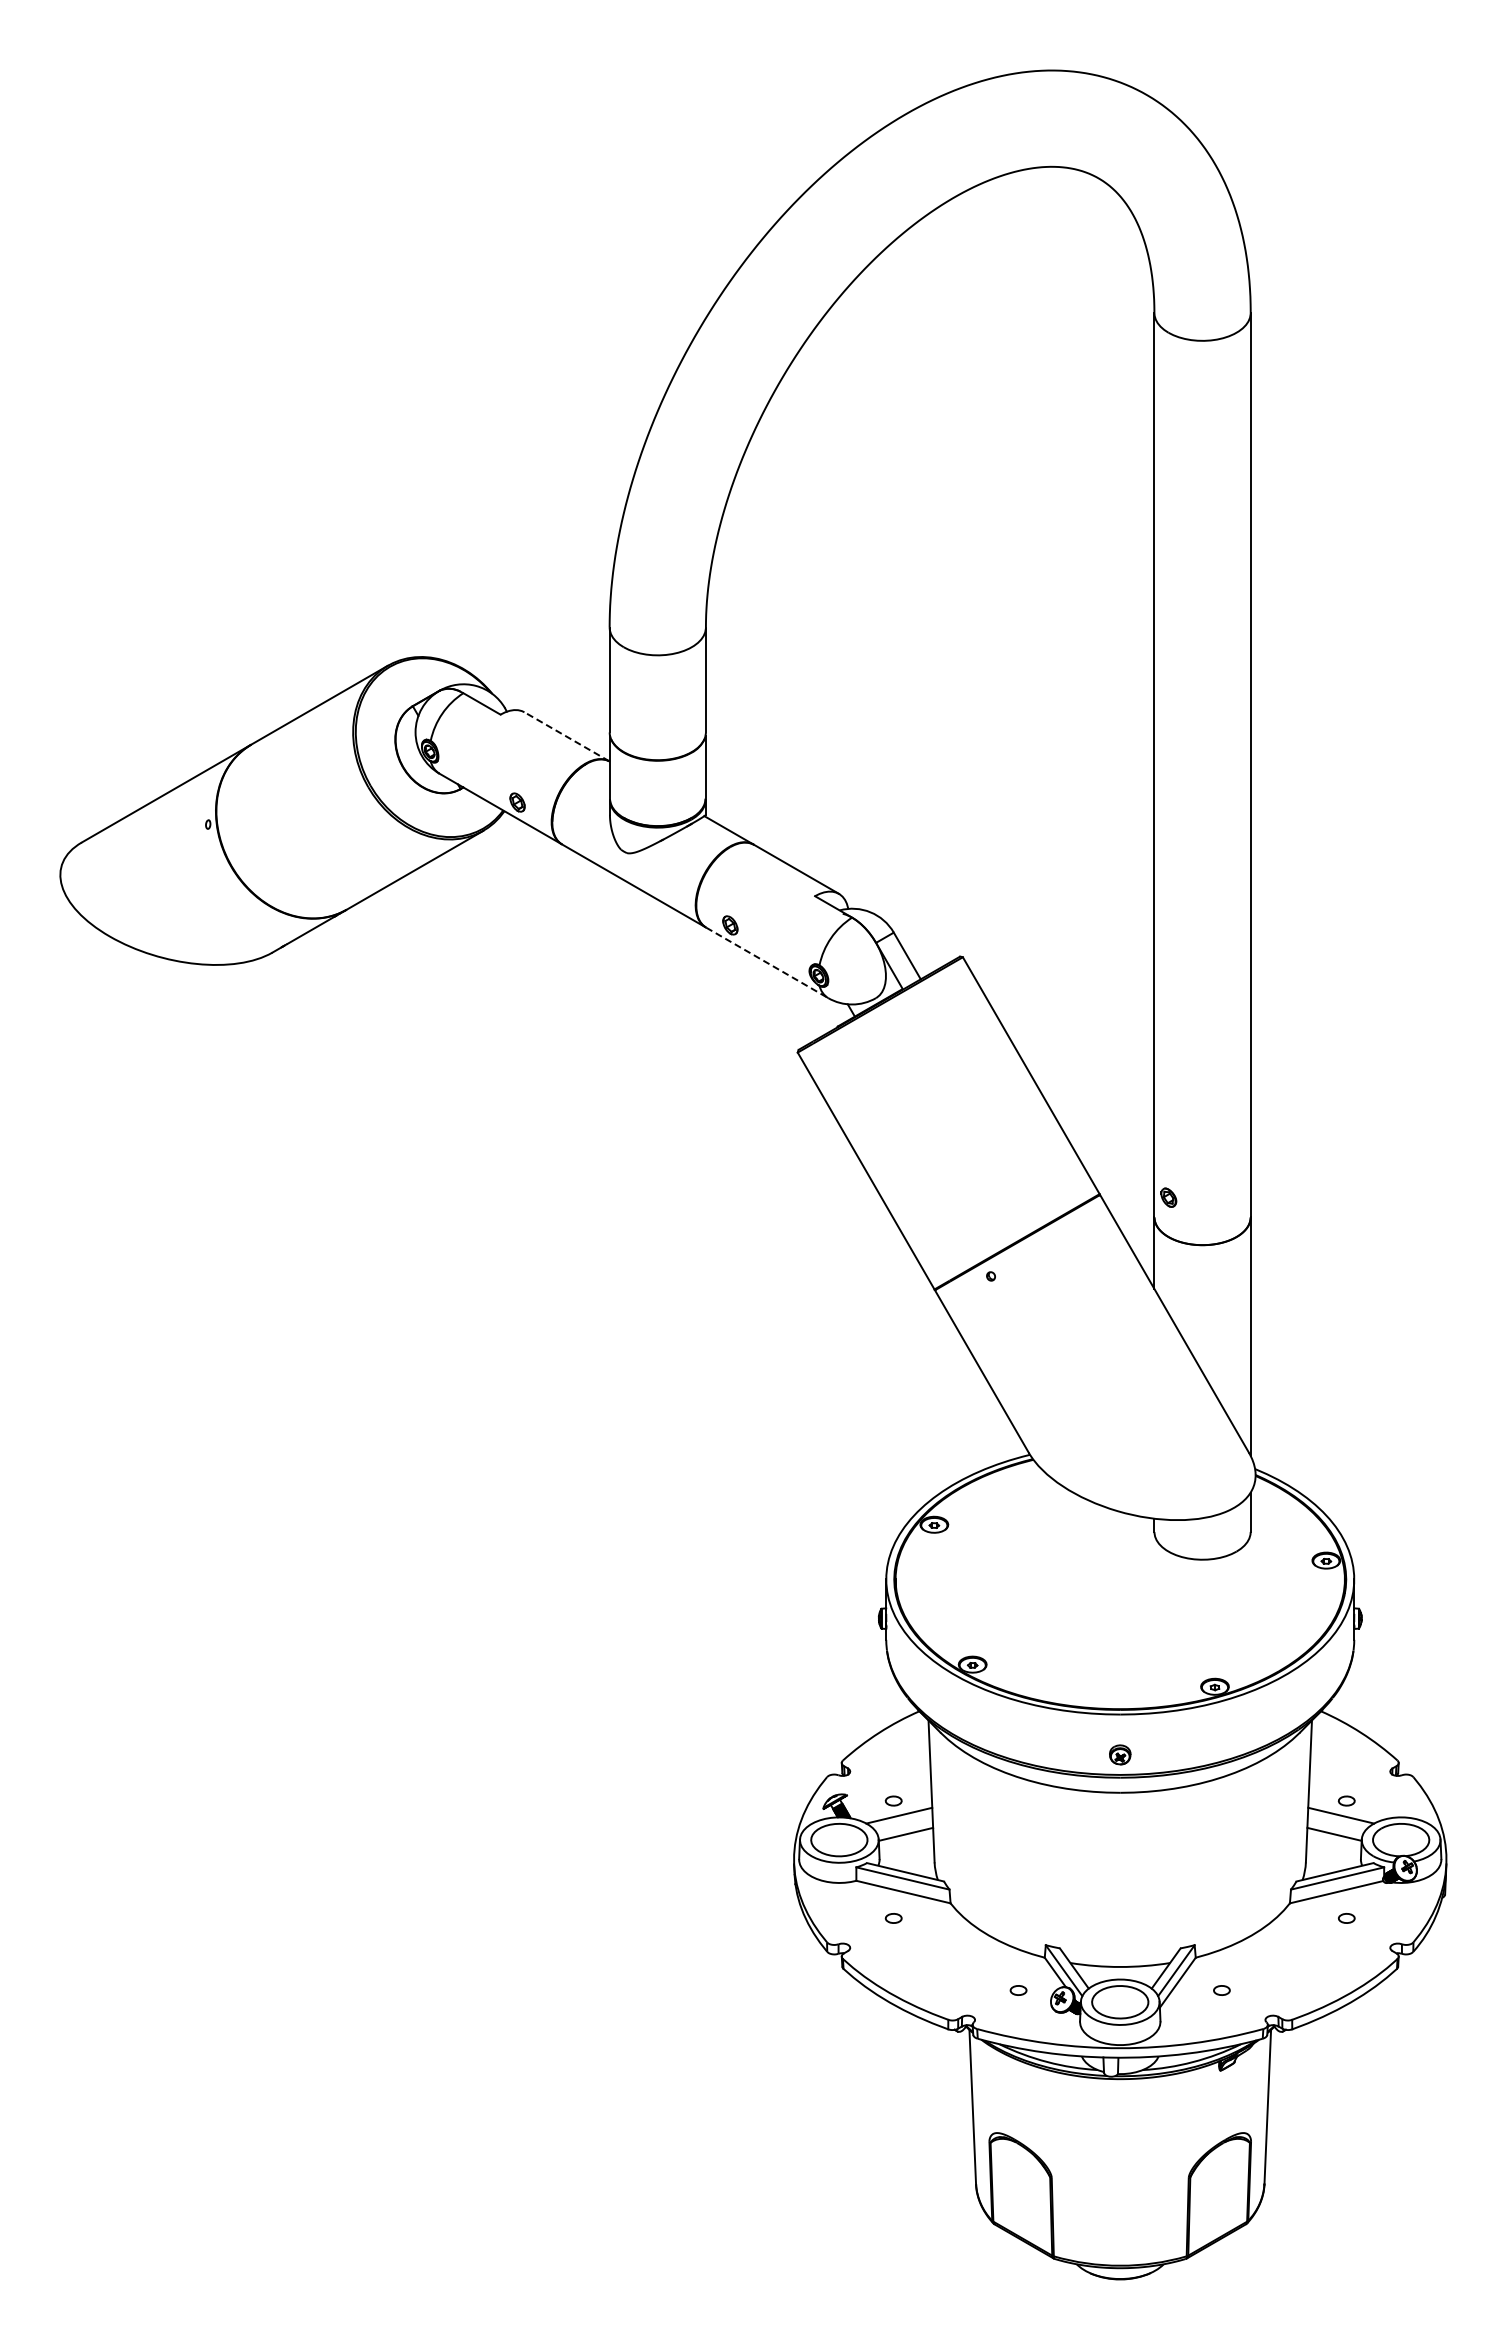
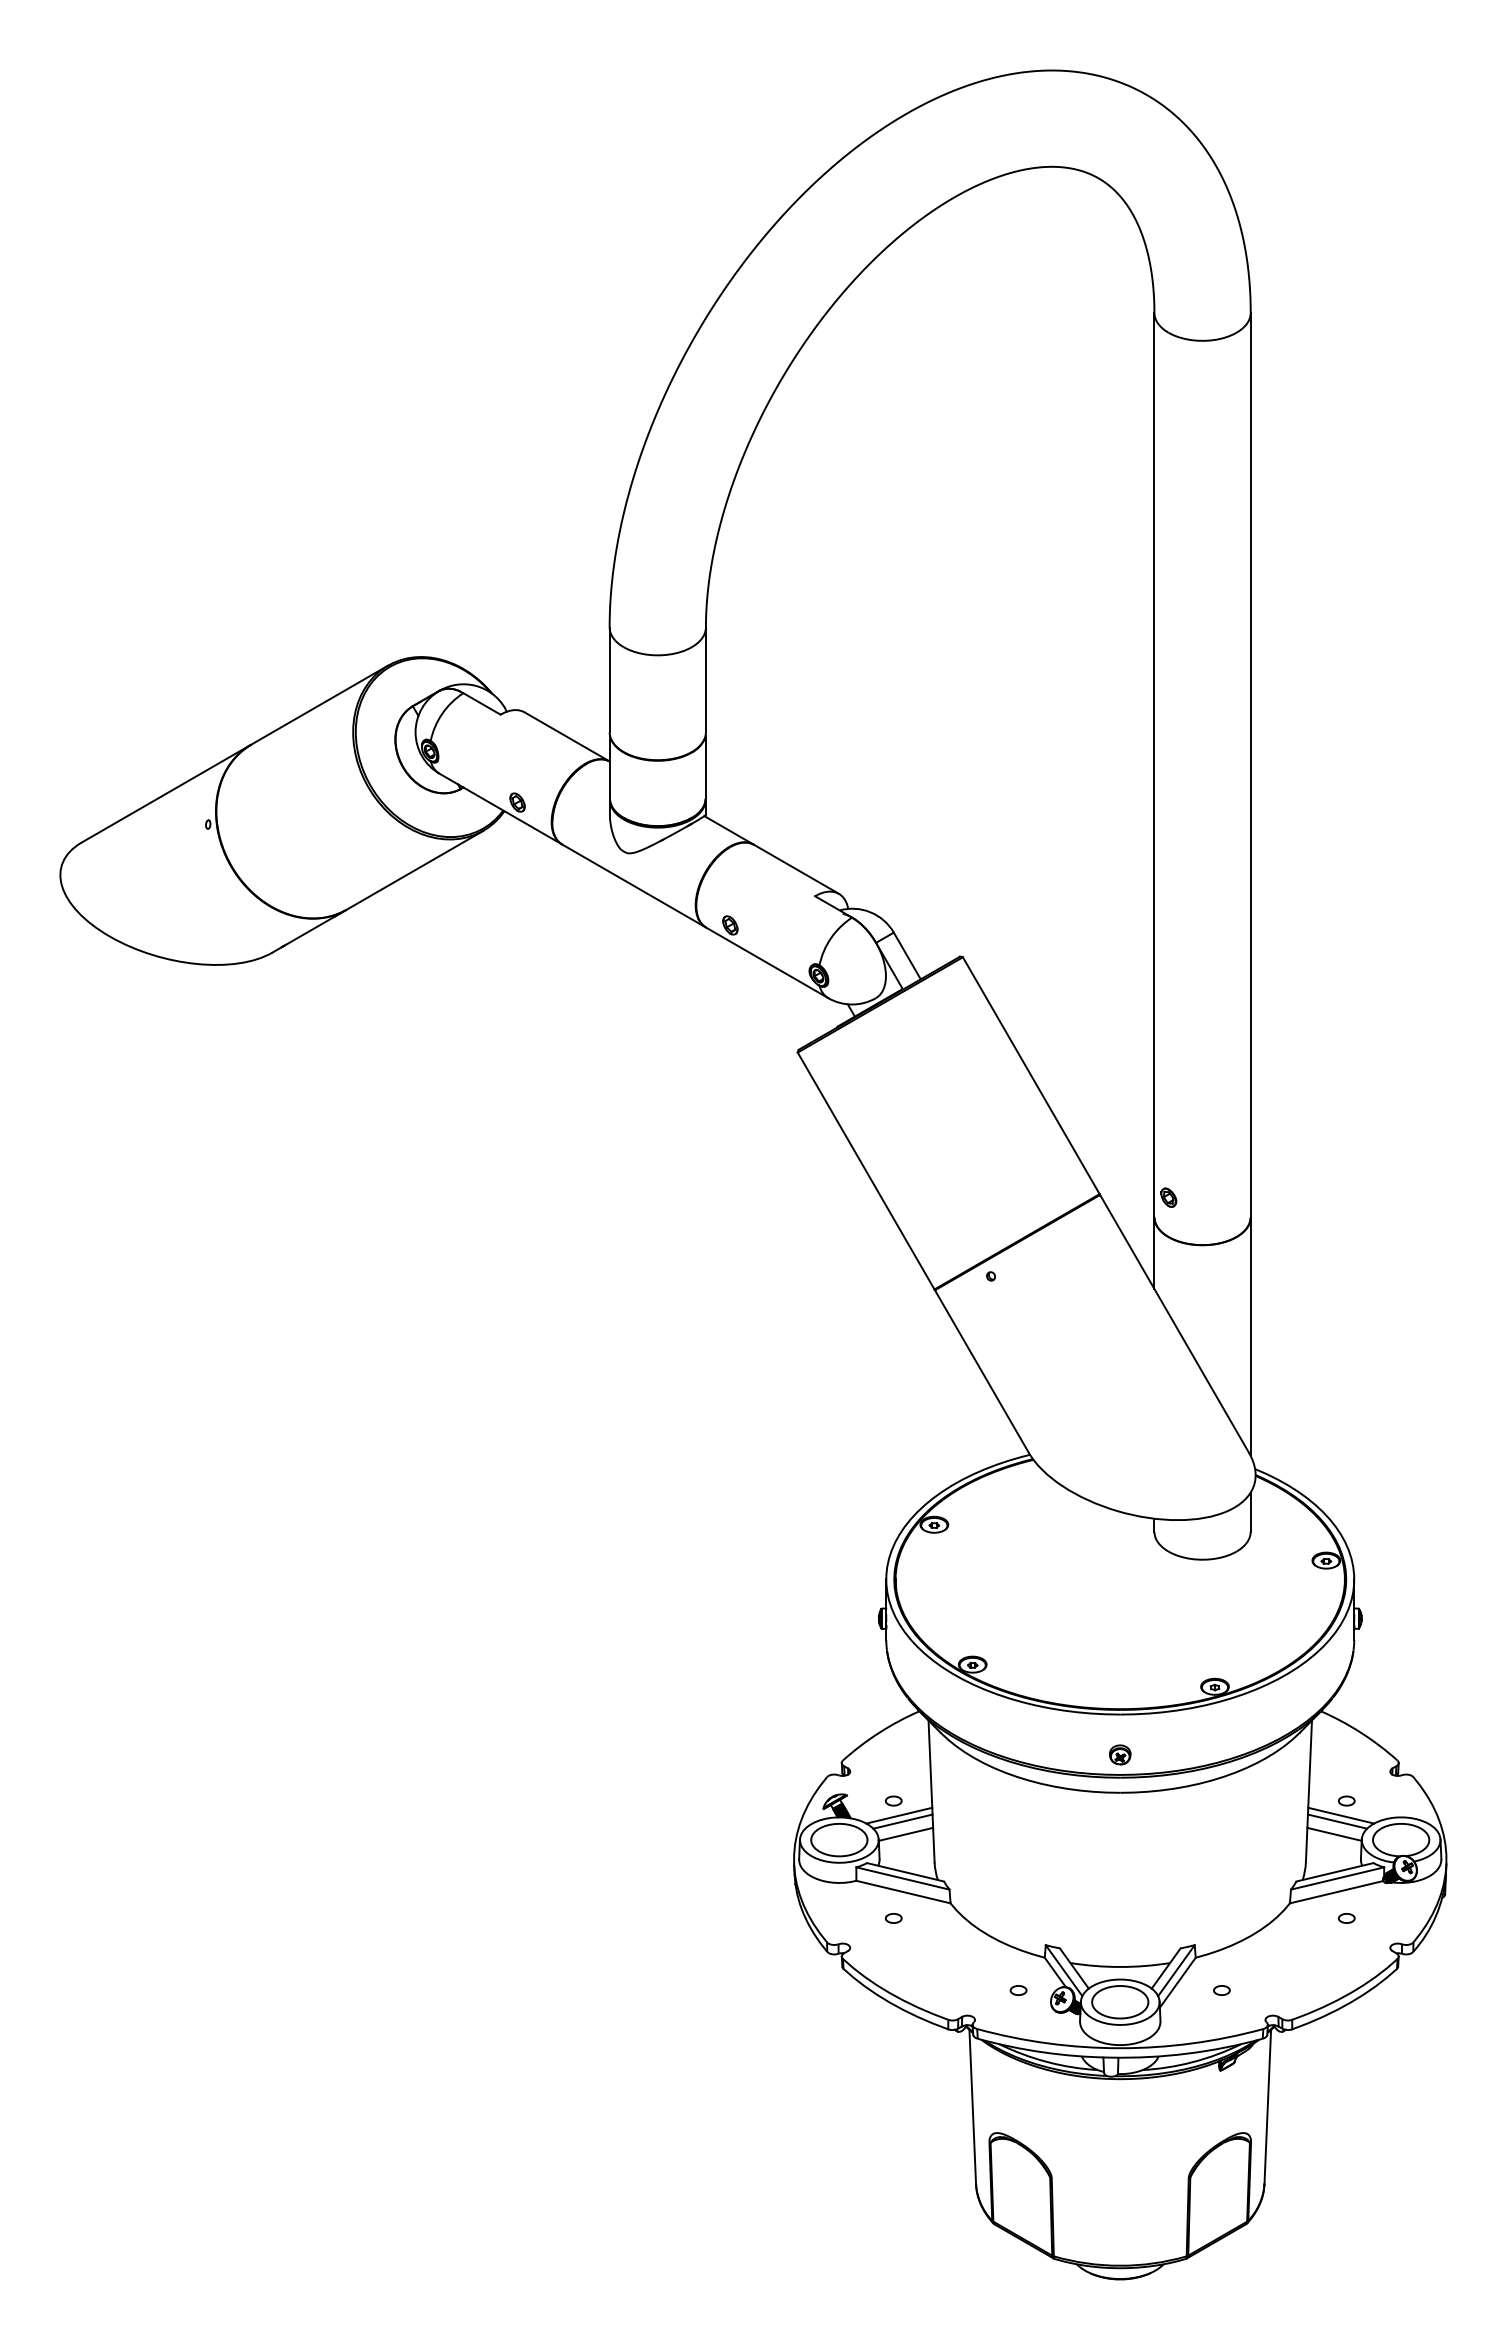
line at (566, 736): dashed -> solid
line at (767, 963): dashed -> solid
line at (902, 1821): none -> present
line at (1337, 1821): none -> present
